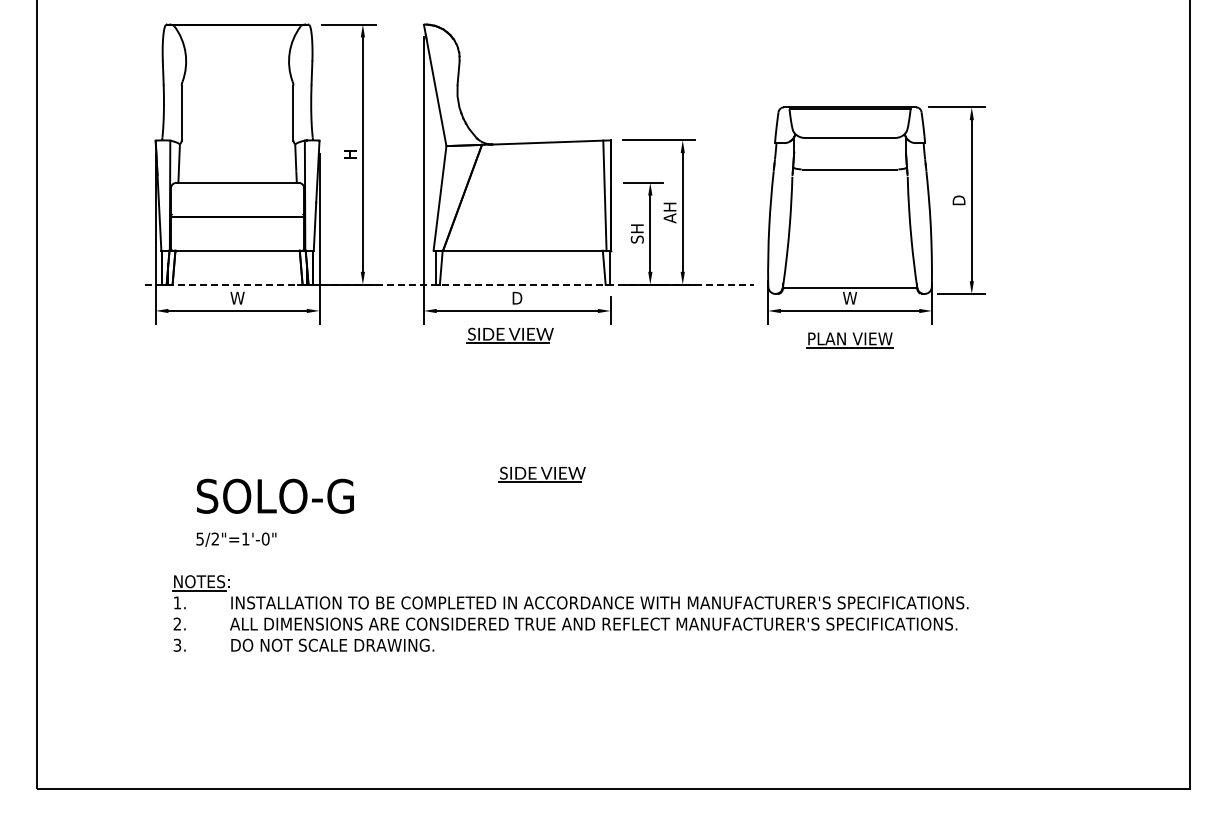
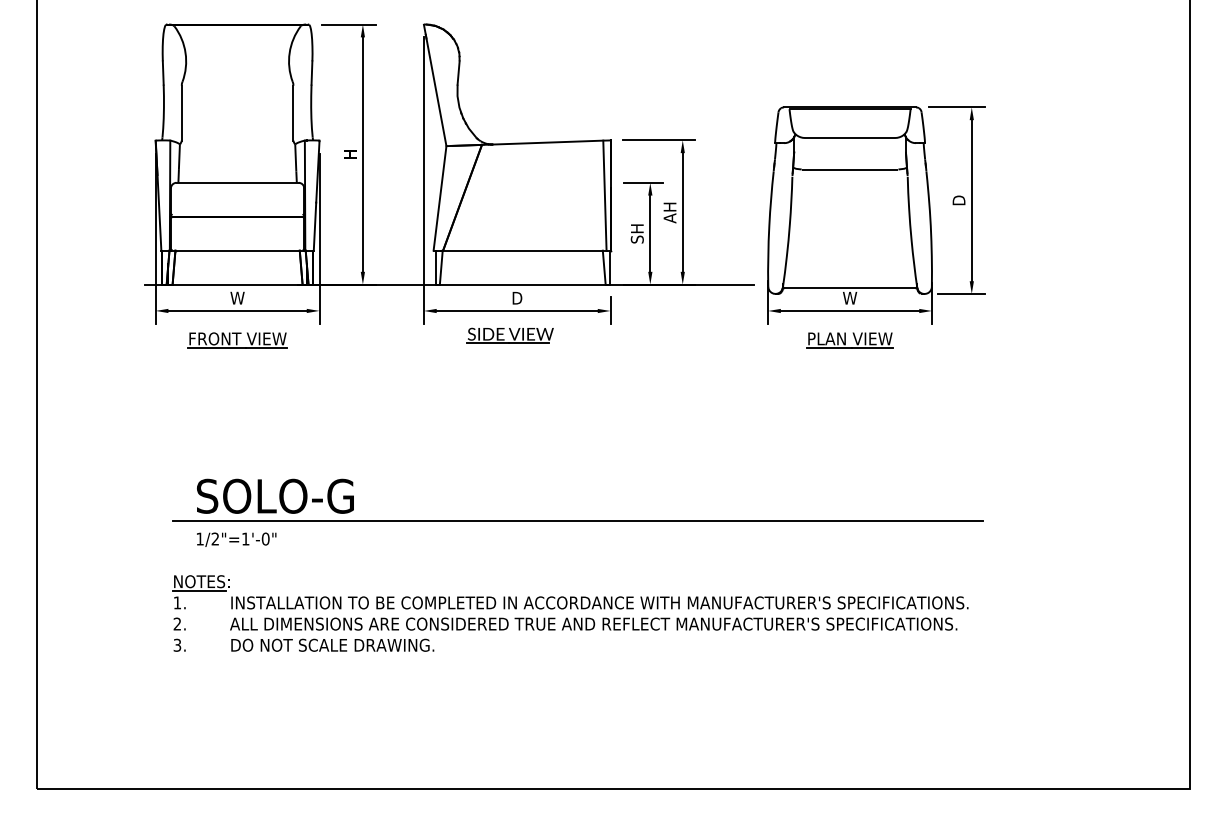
line at (450, 284): dashed -> solid
part at (237, 340): none -> present
part at (541, 474): present -> none
line at (577, 521): none -> present
text at (199, 538): 5/2"=1'-0" -> 1/2"=1'-0"
